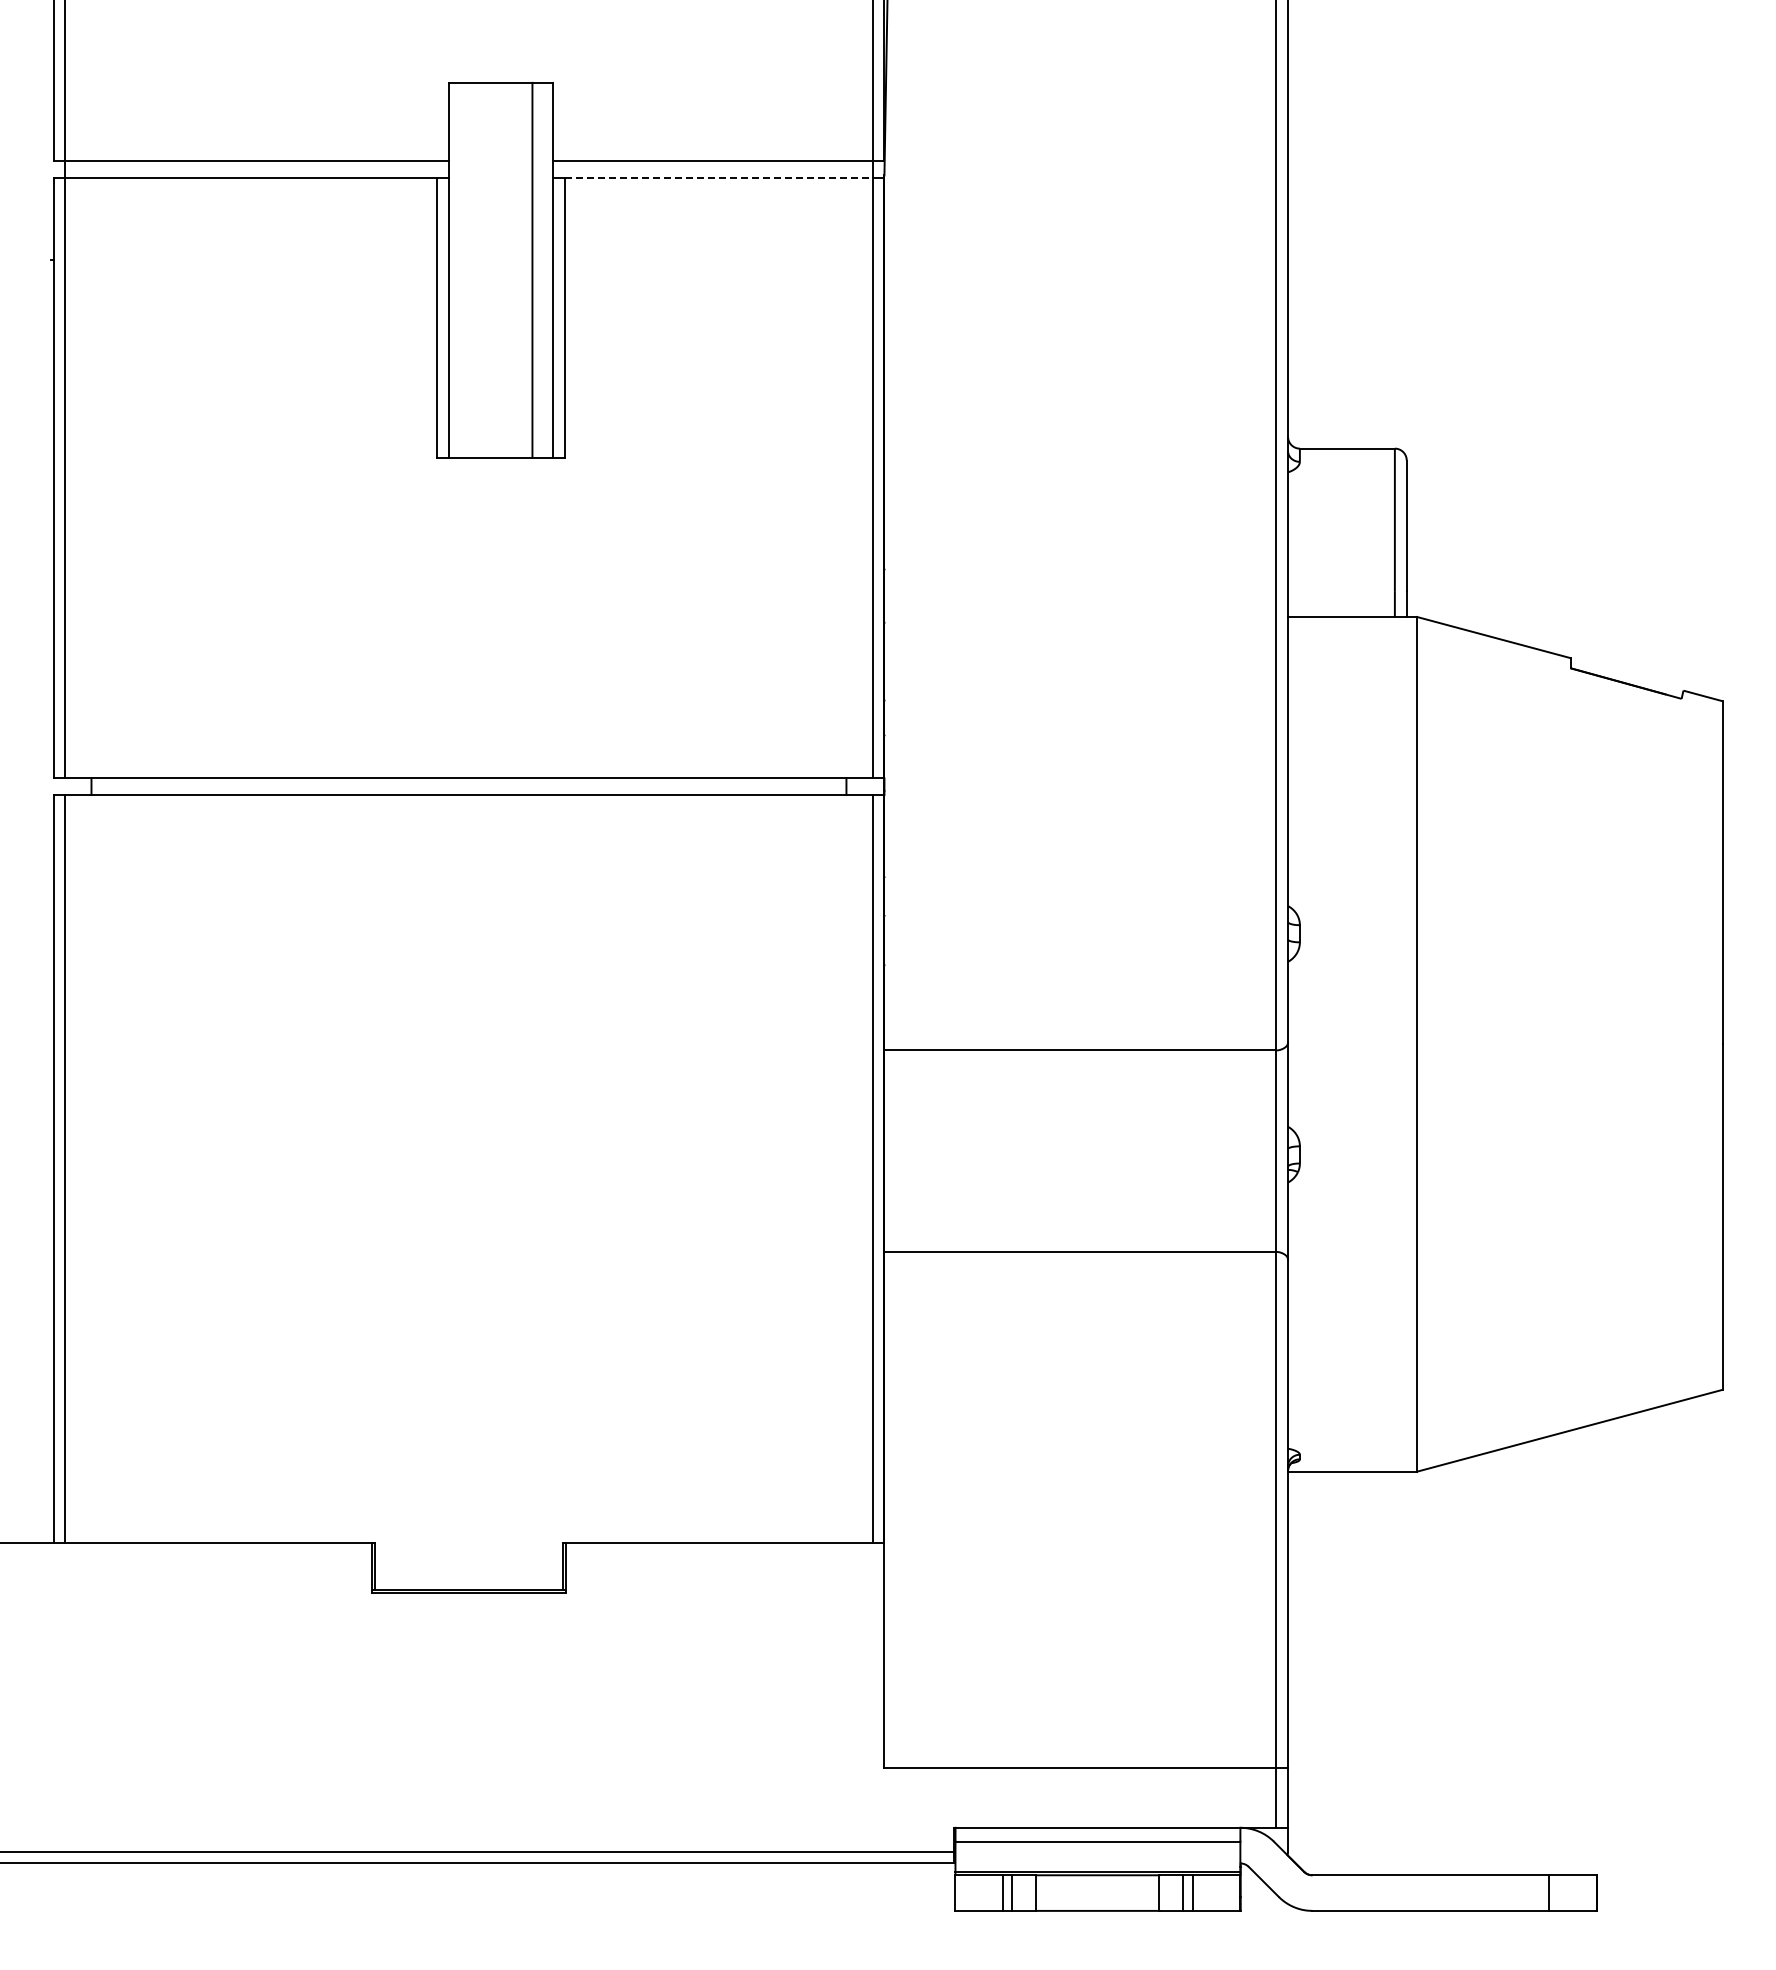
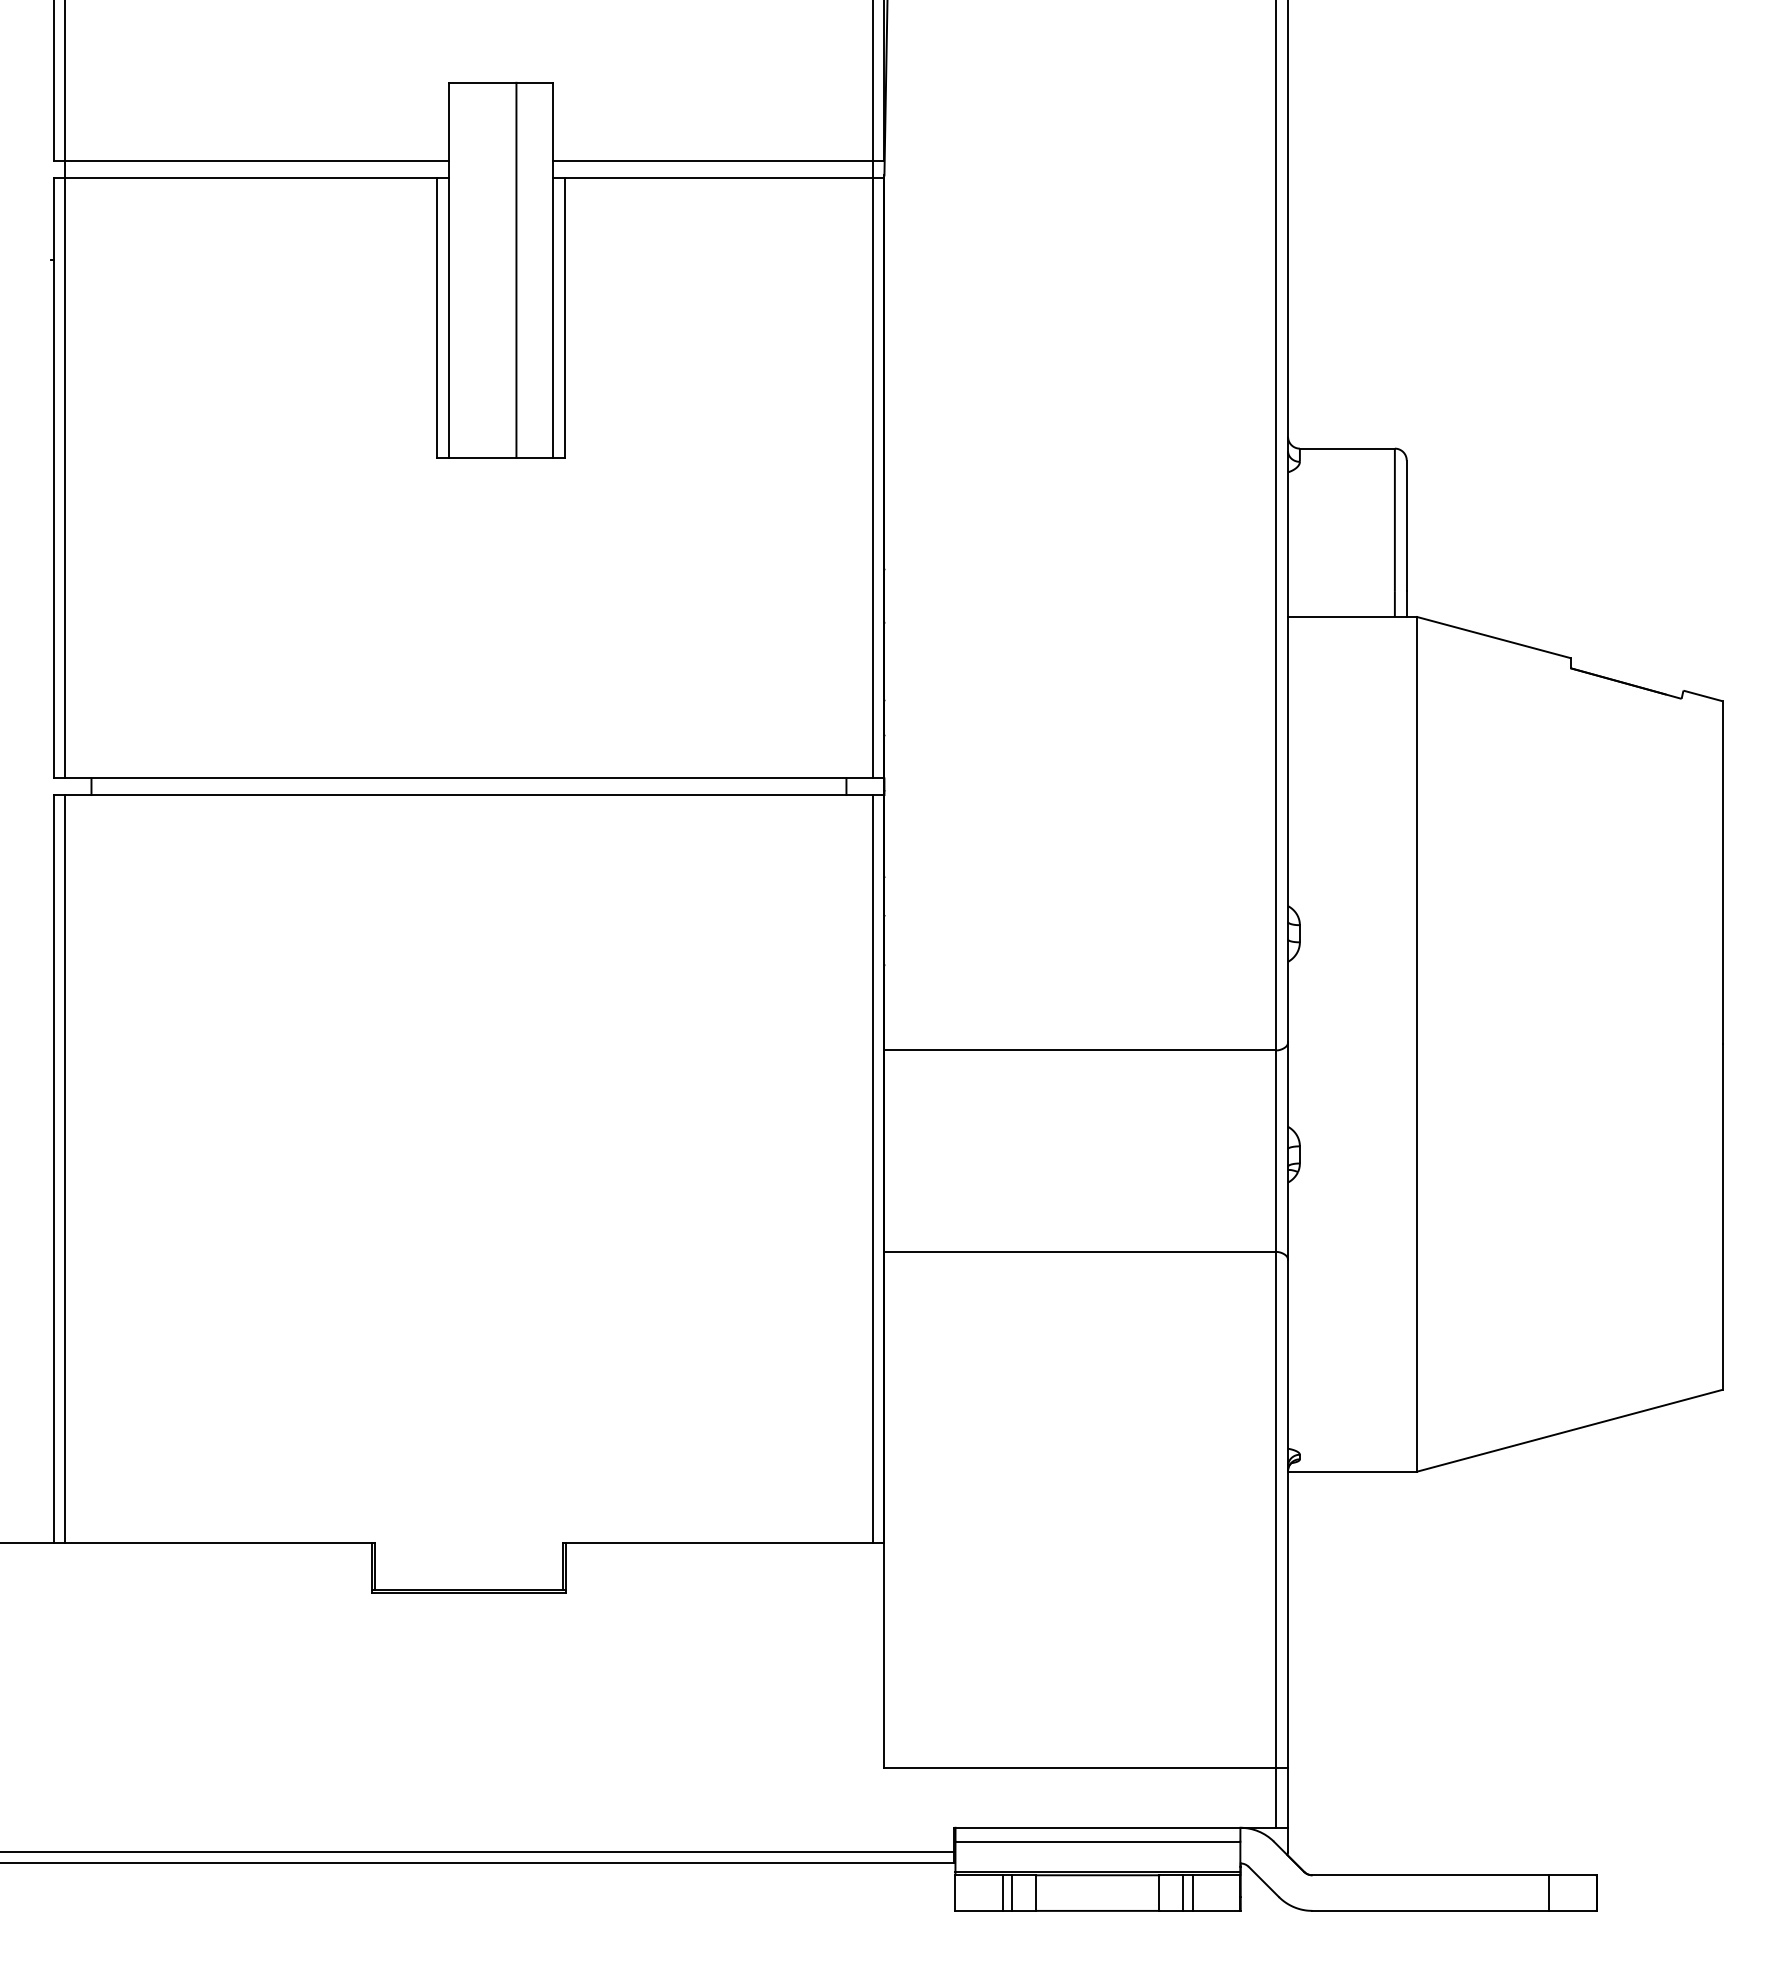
line at (718, 177): dashed -> solid
line at (532, 269) position: (532, 269) -> (516, 269)
